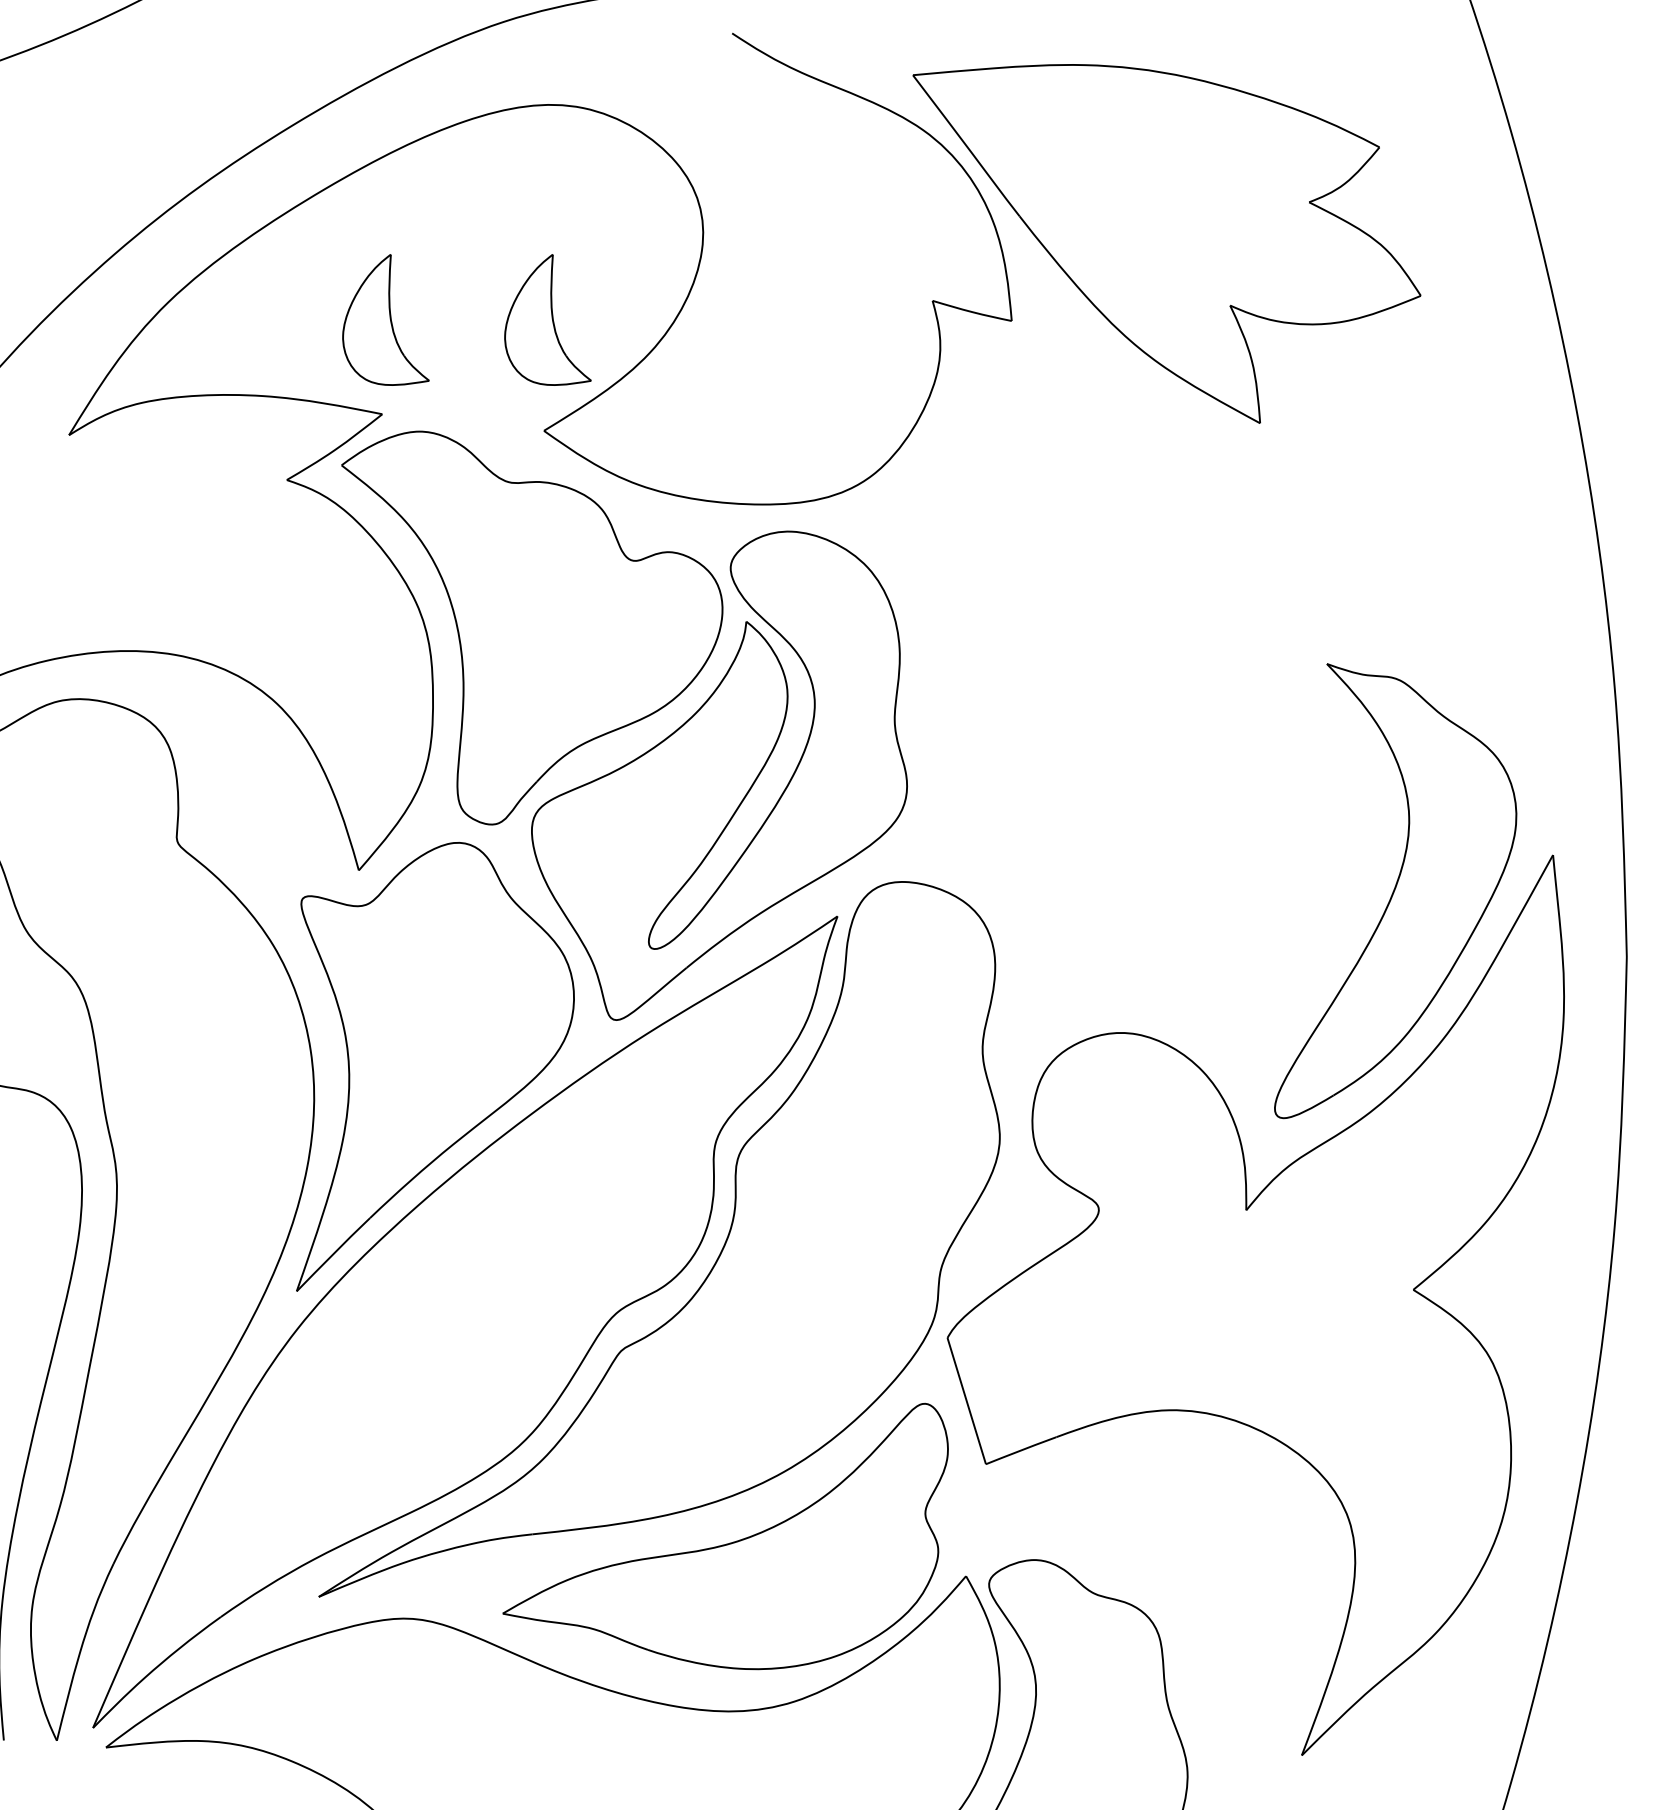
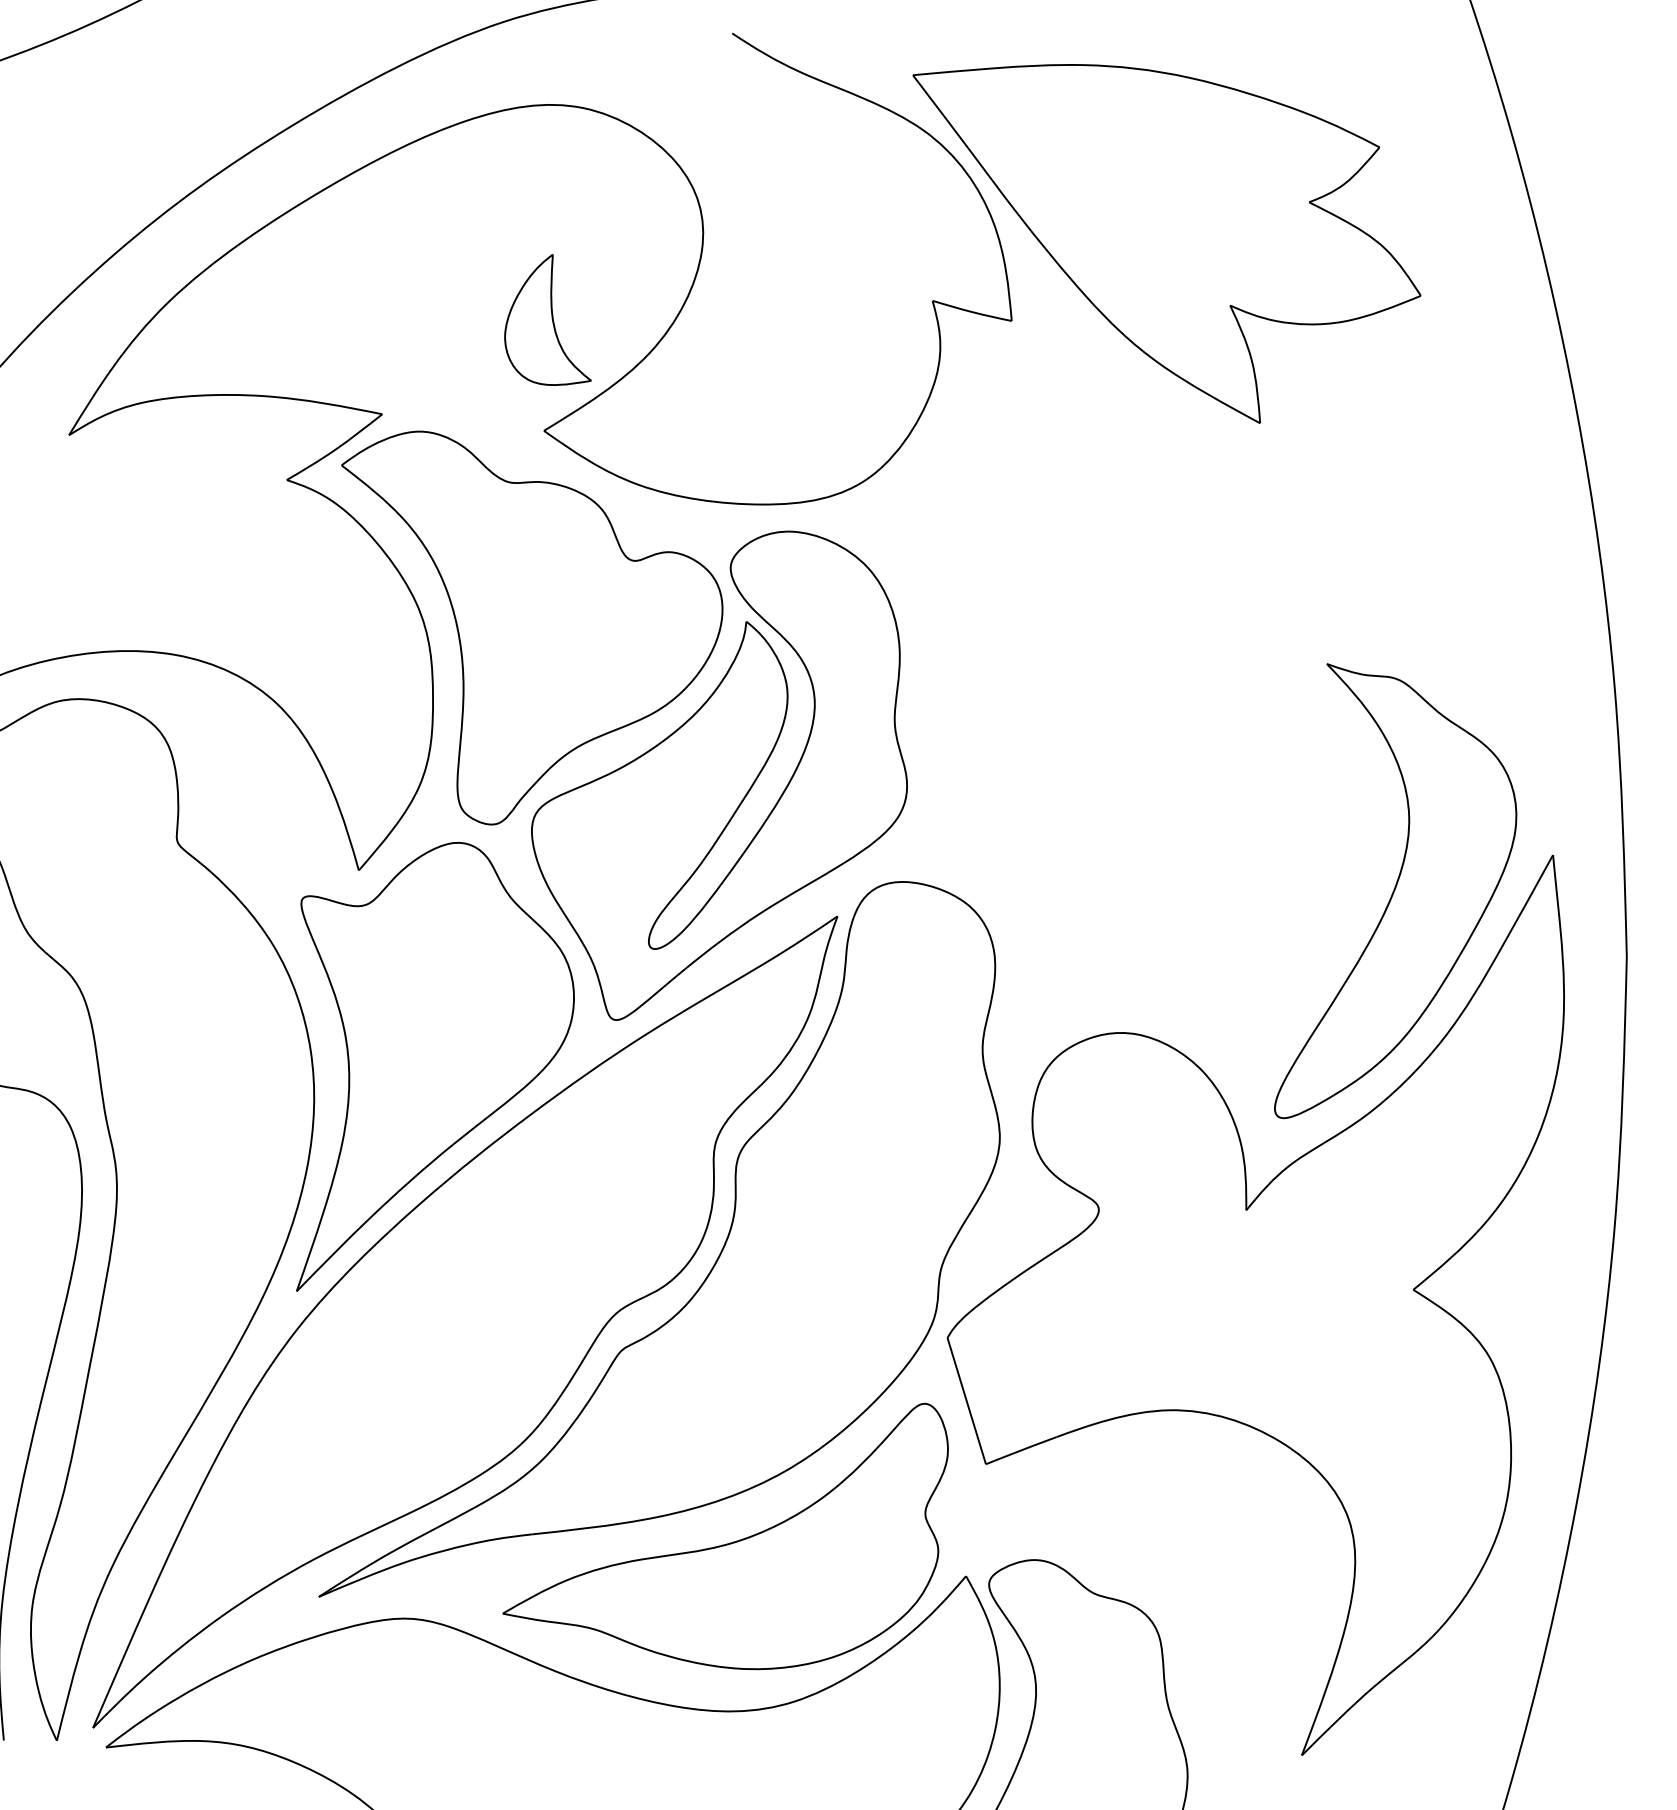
part at (385, 319): present -> none
